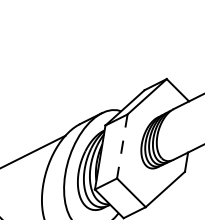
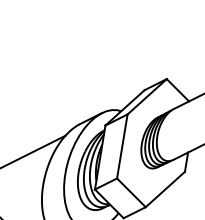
line at (122, 146): dashed -> solid
